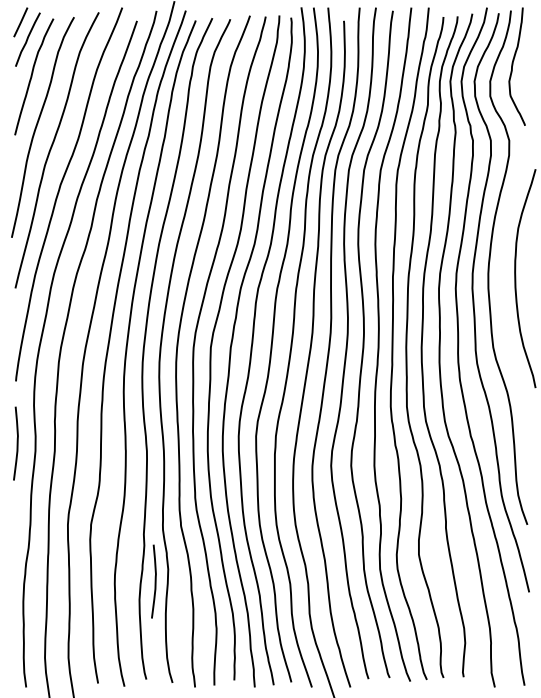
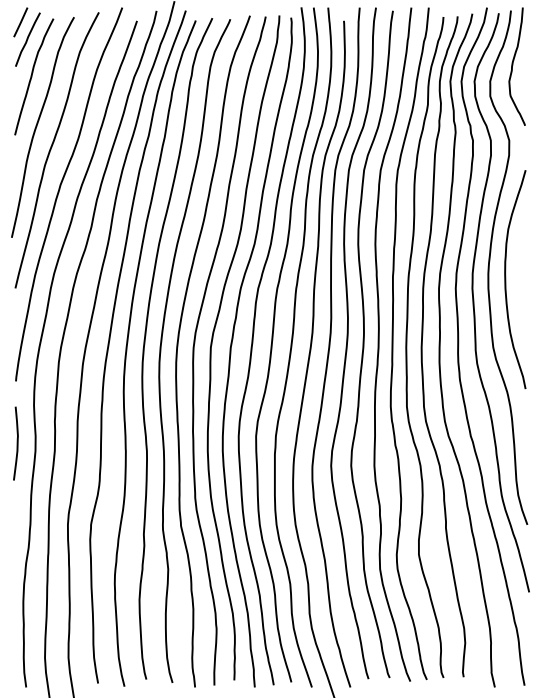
curve at (516, 278) position: (516, 278) -> (506, 279)
curve at (154, 581): present -> none
